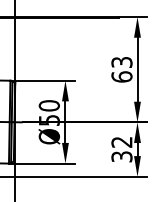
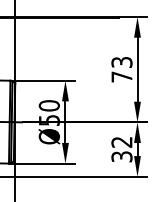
text at (121, 76): 63 -> 73
